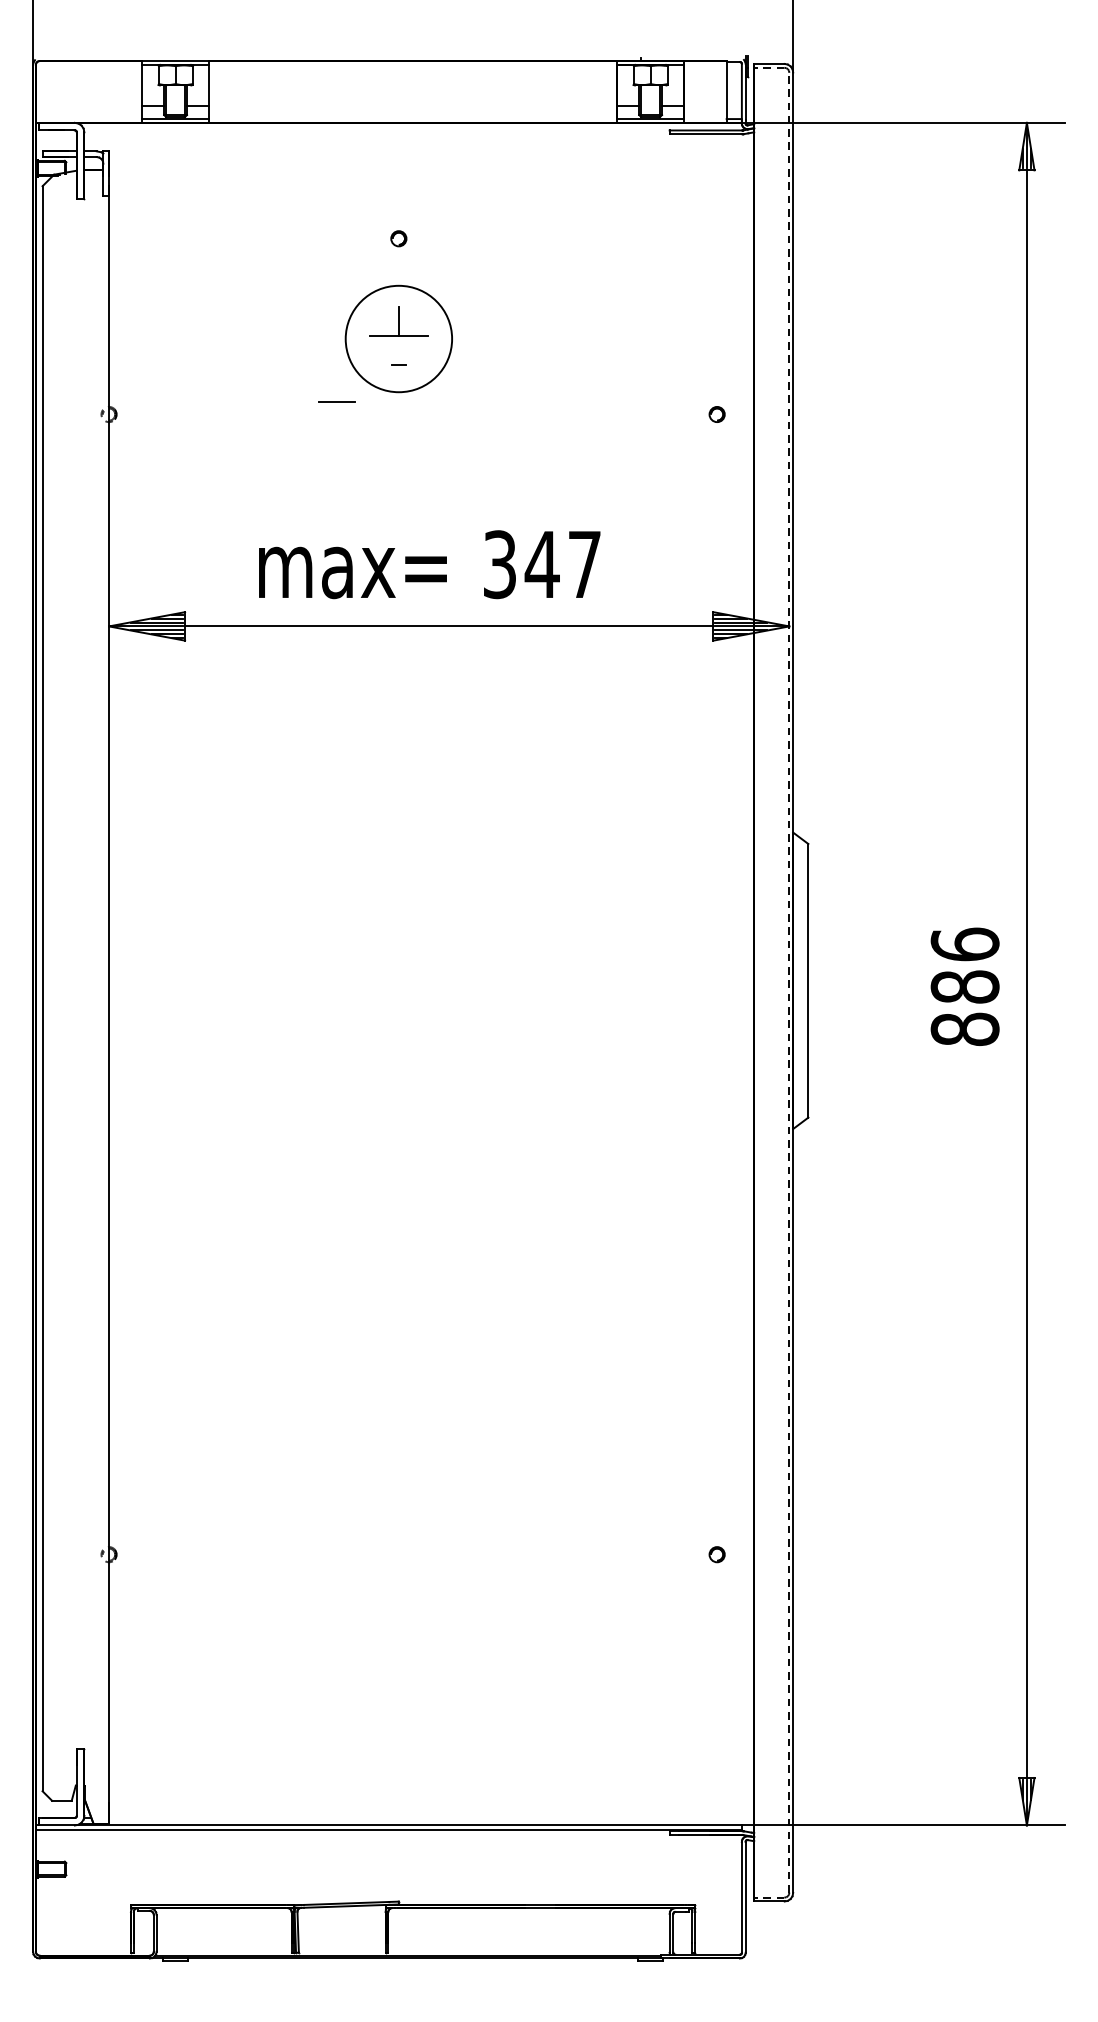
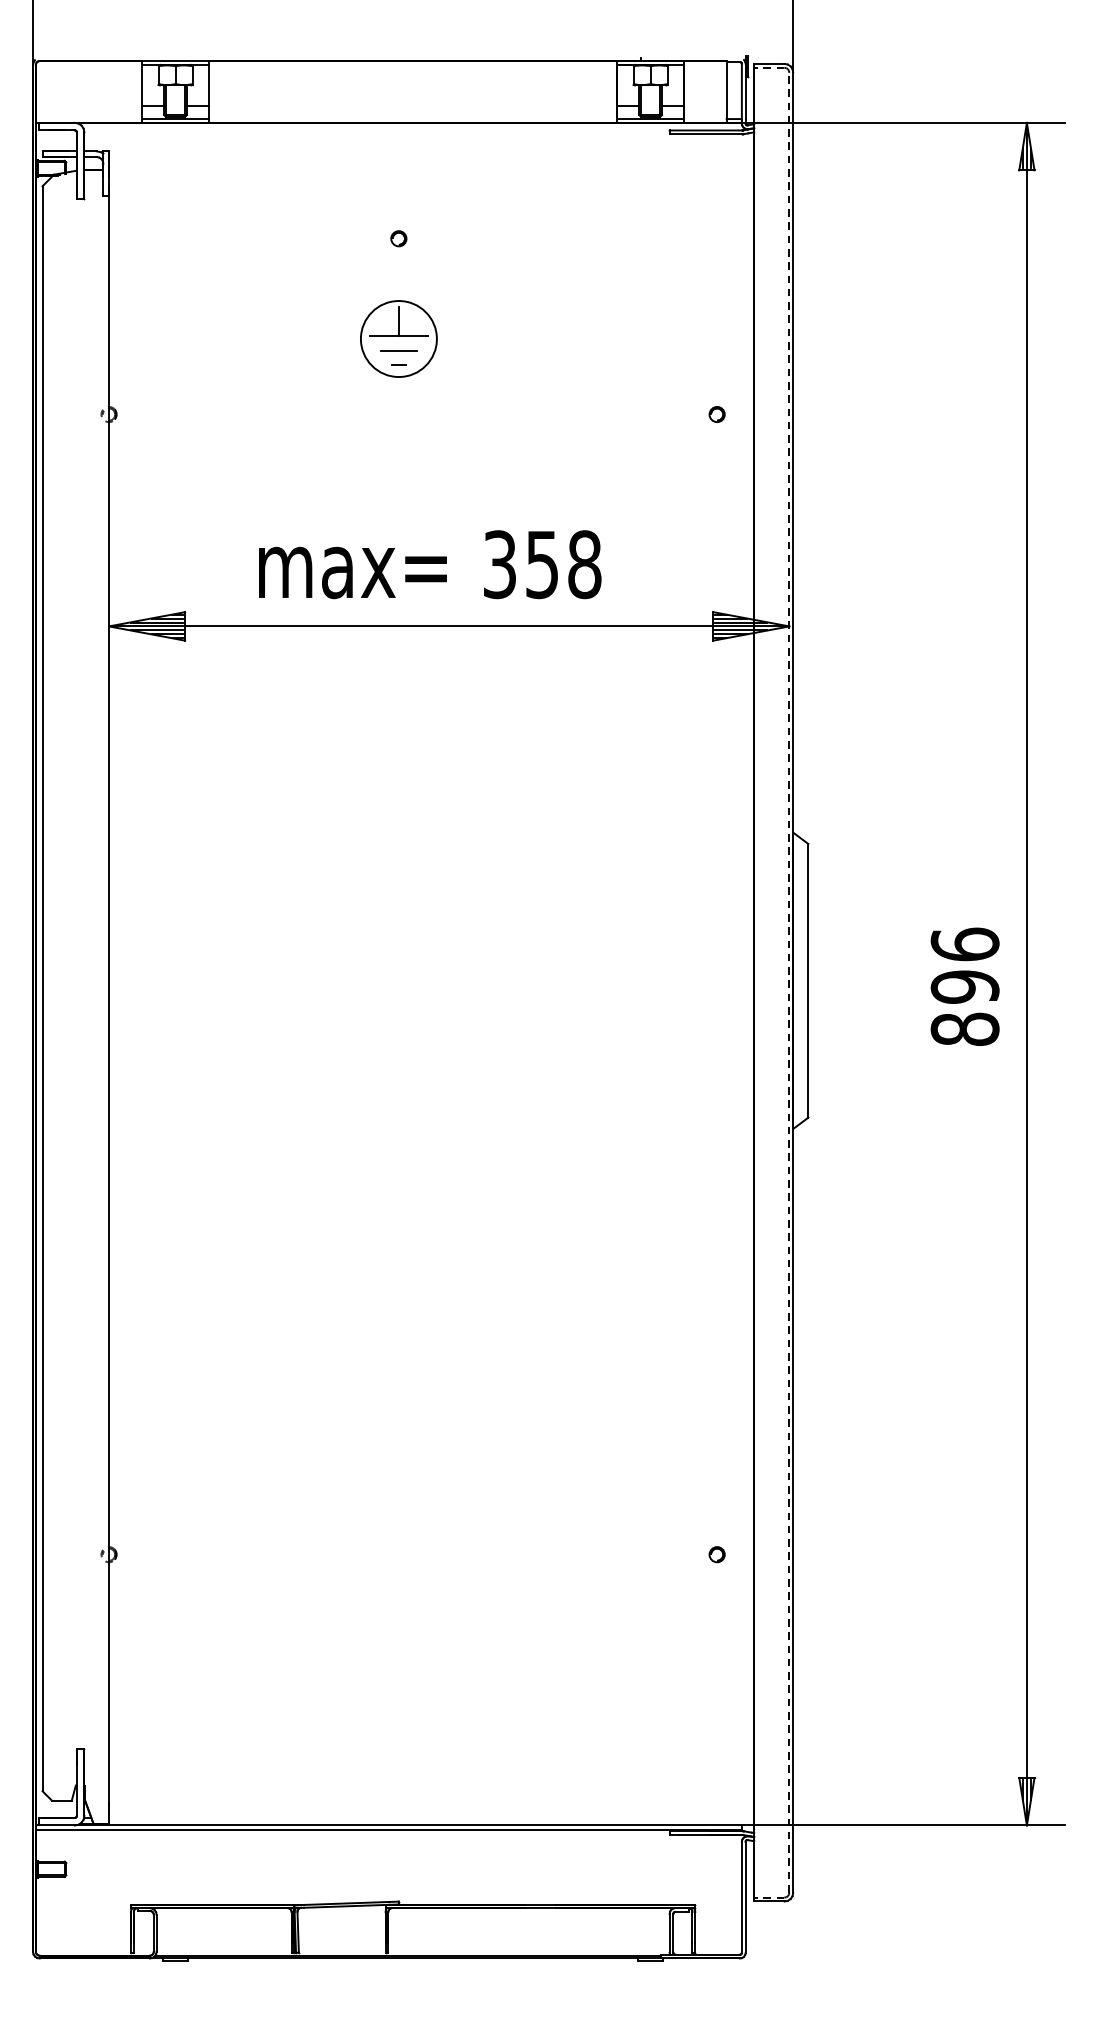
circle at (398, 338) diameter: 106 px -> 76 px
line at (336, 401) position: (336, 401) -> (398, 350)
text at (562, 564): 347 -> 358
text at (964, 986): 886 -> 896
